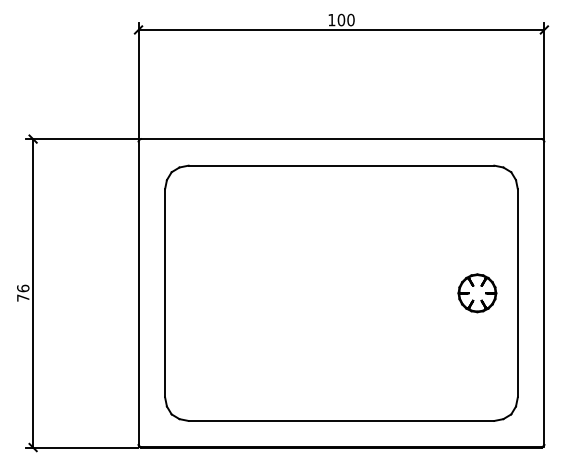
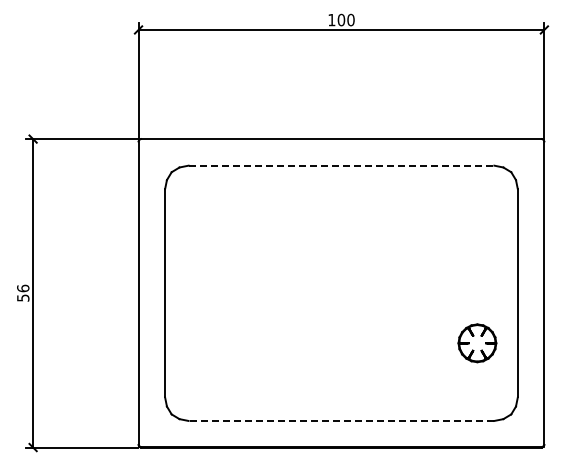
line at (341, 165): solid -> dashed
part at (477, 293) position: (477, 293) -> (477, 343)
text at (23, 297): 76 -> 56
line at (341, 420): solid -> dashed
